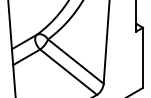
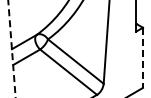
line at (11, 48): solid -> dashed
line at (142, 58): solid -> dashed
